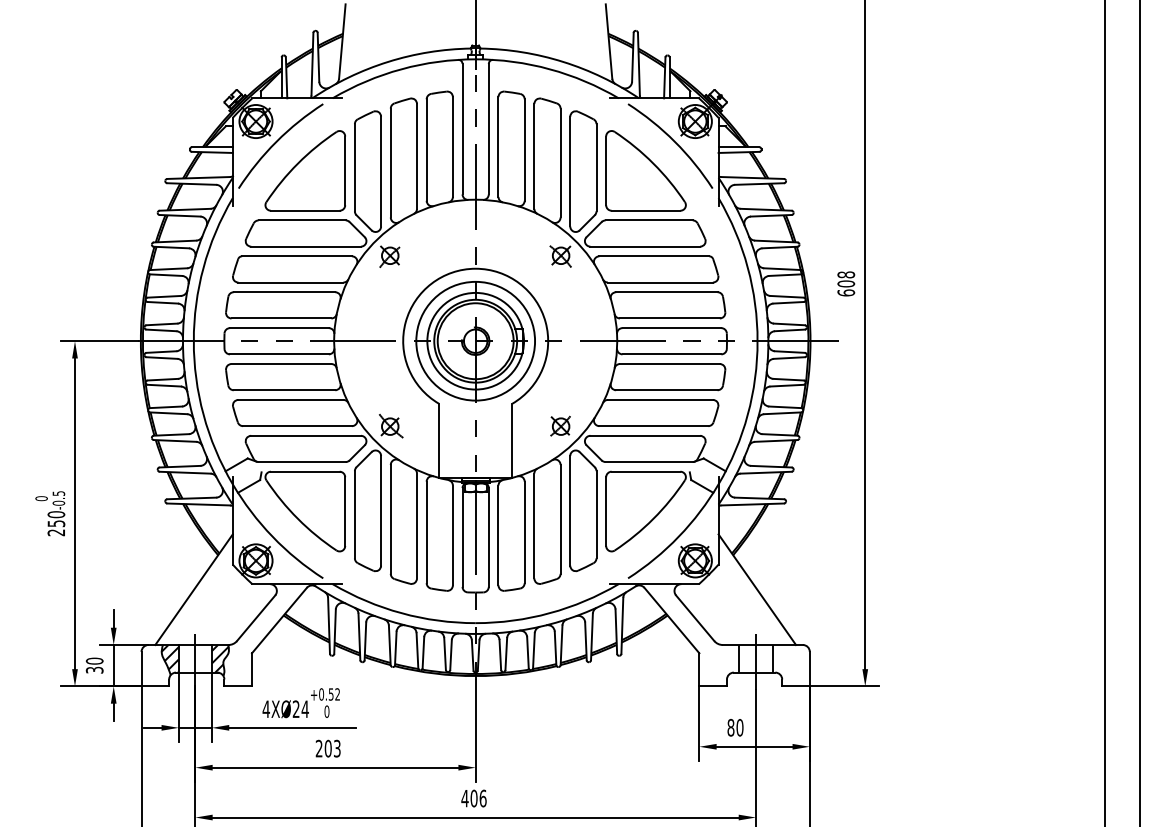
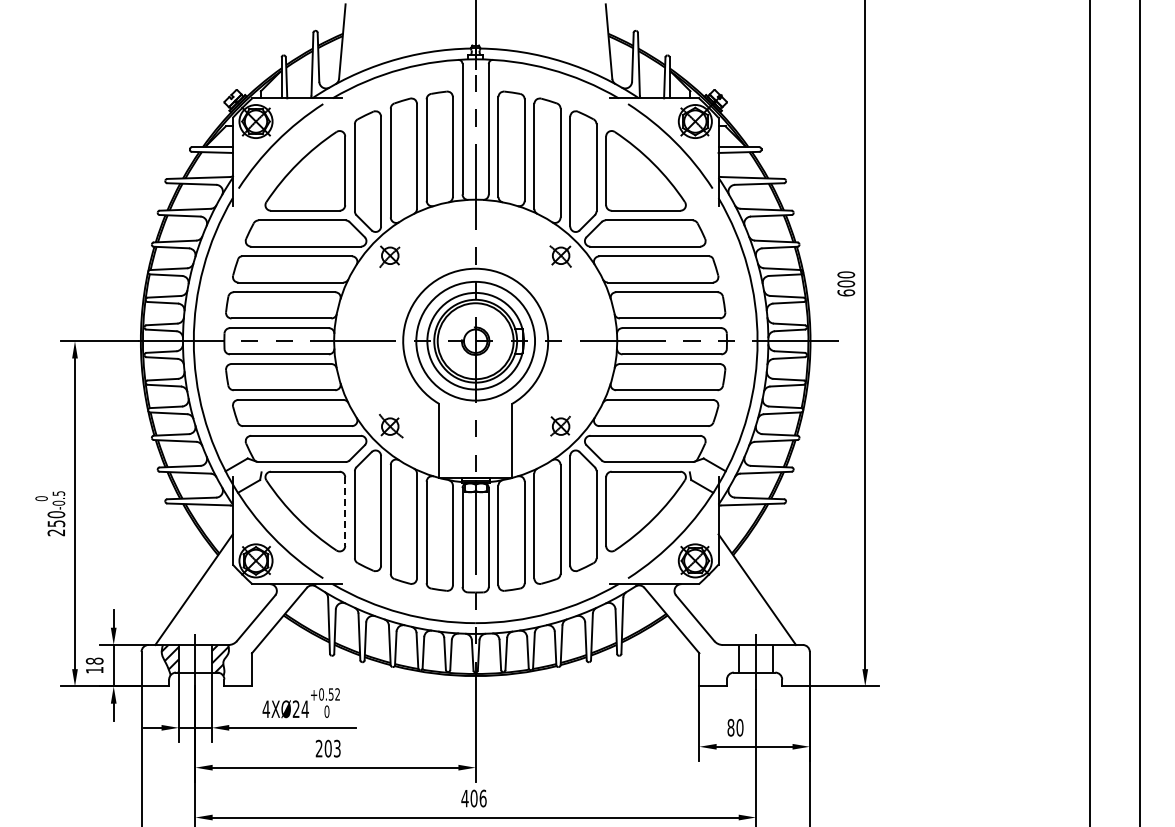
text at (845, 274): 608 -> 600
line at (1105, 412) position: (1105, 412) -> (1090, 412)
line at (345, 512): solid -> dashed
text at (94, 665): 30 -> 18
